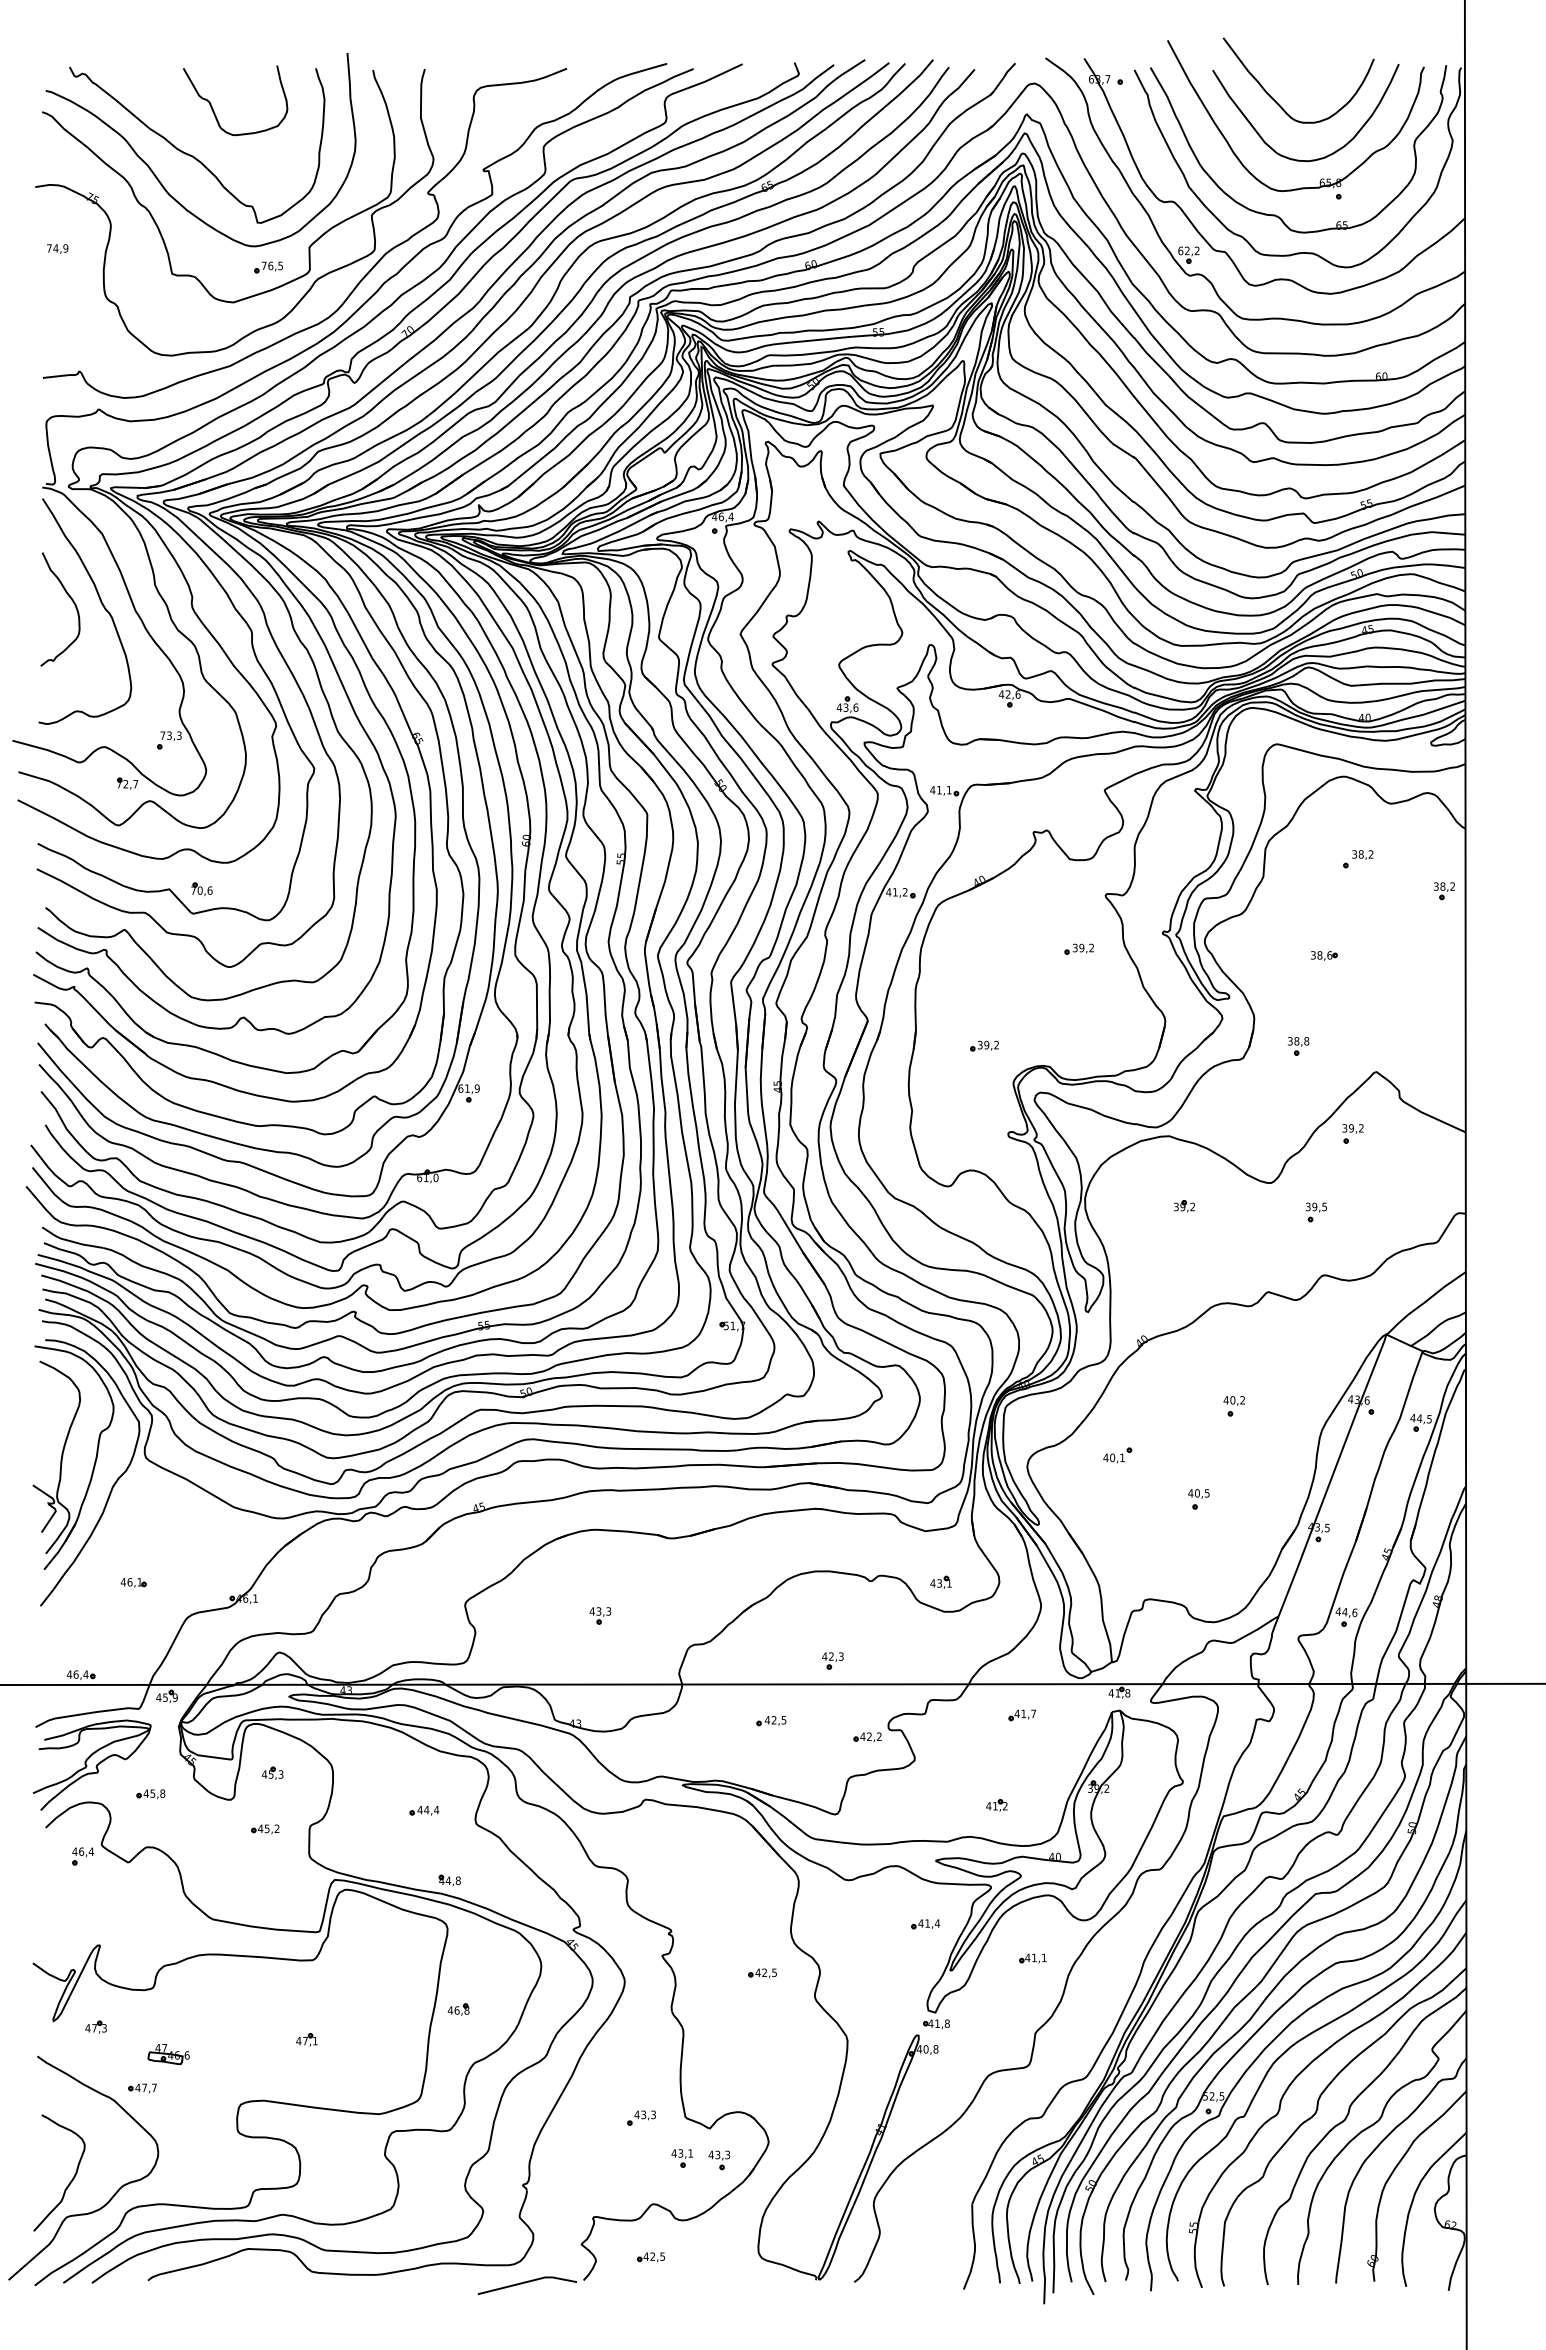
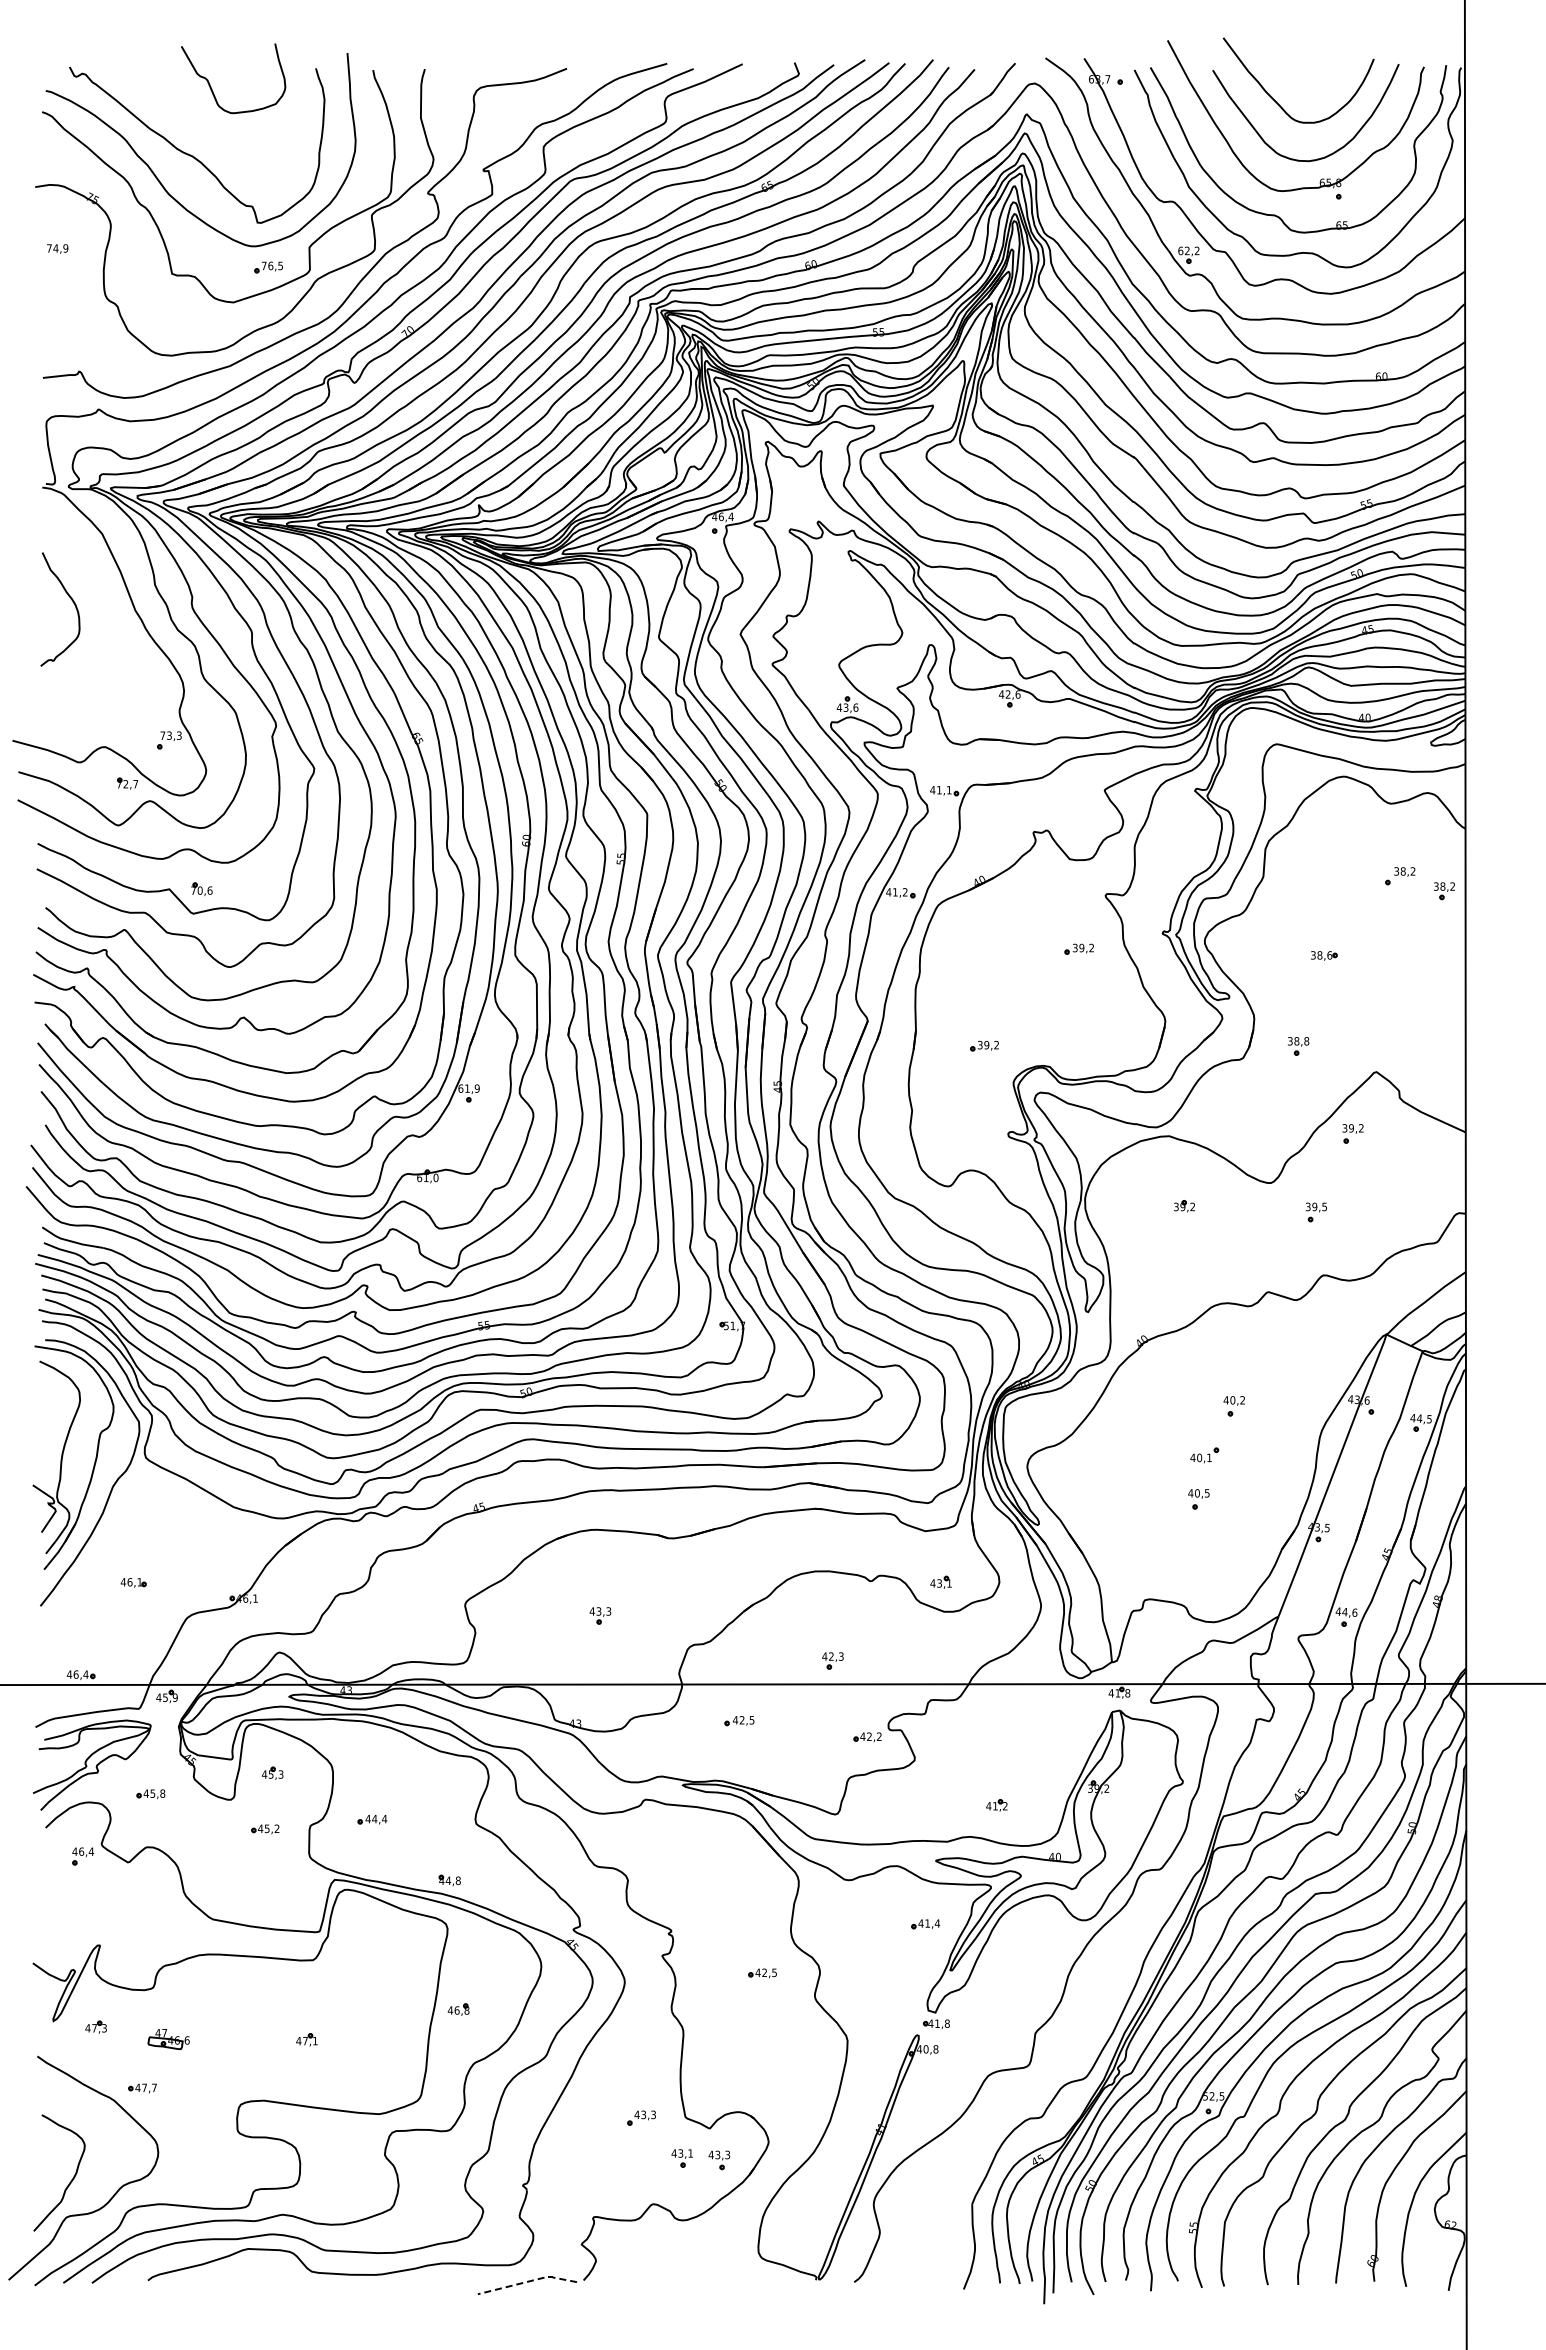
curve at (213, 108) position: (213, 108) -> (211, 86)
curve at (101, 604): present -> none
part at (1358, 859) position: (1358, 859) -> (1400, 876)
part at (1117, 1455) position: (1117, 1455) -> (1204, 1455)
part at (1021, 1715): present -> none
part at (771, 1721) position: (771, 1721) -> (739, 1721)
part at (424, 1810) position: (424, 1810) -> (372, 1819)
part at (1032, 1958): present -> none
part at (168, 2054) position: (168, 2054) -> (168, 2039)
part at (650, 2257): present -> none
line at (527, 2281): solid -> dashed
